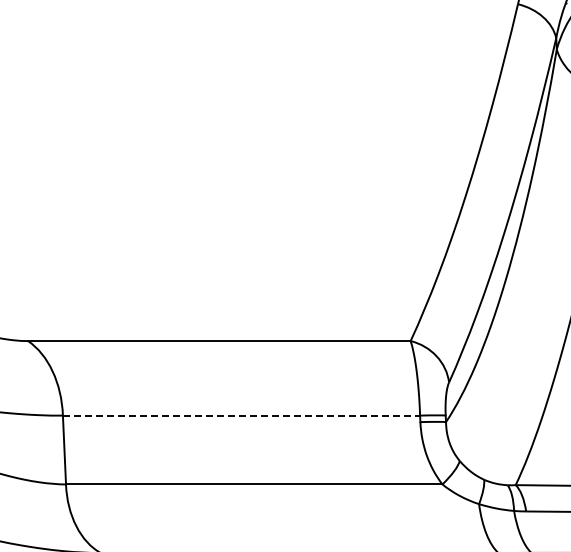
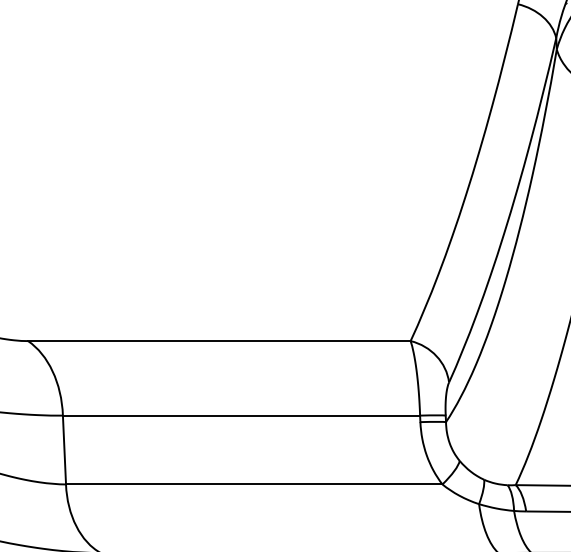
line at (241, 415): dashed -> solid
